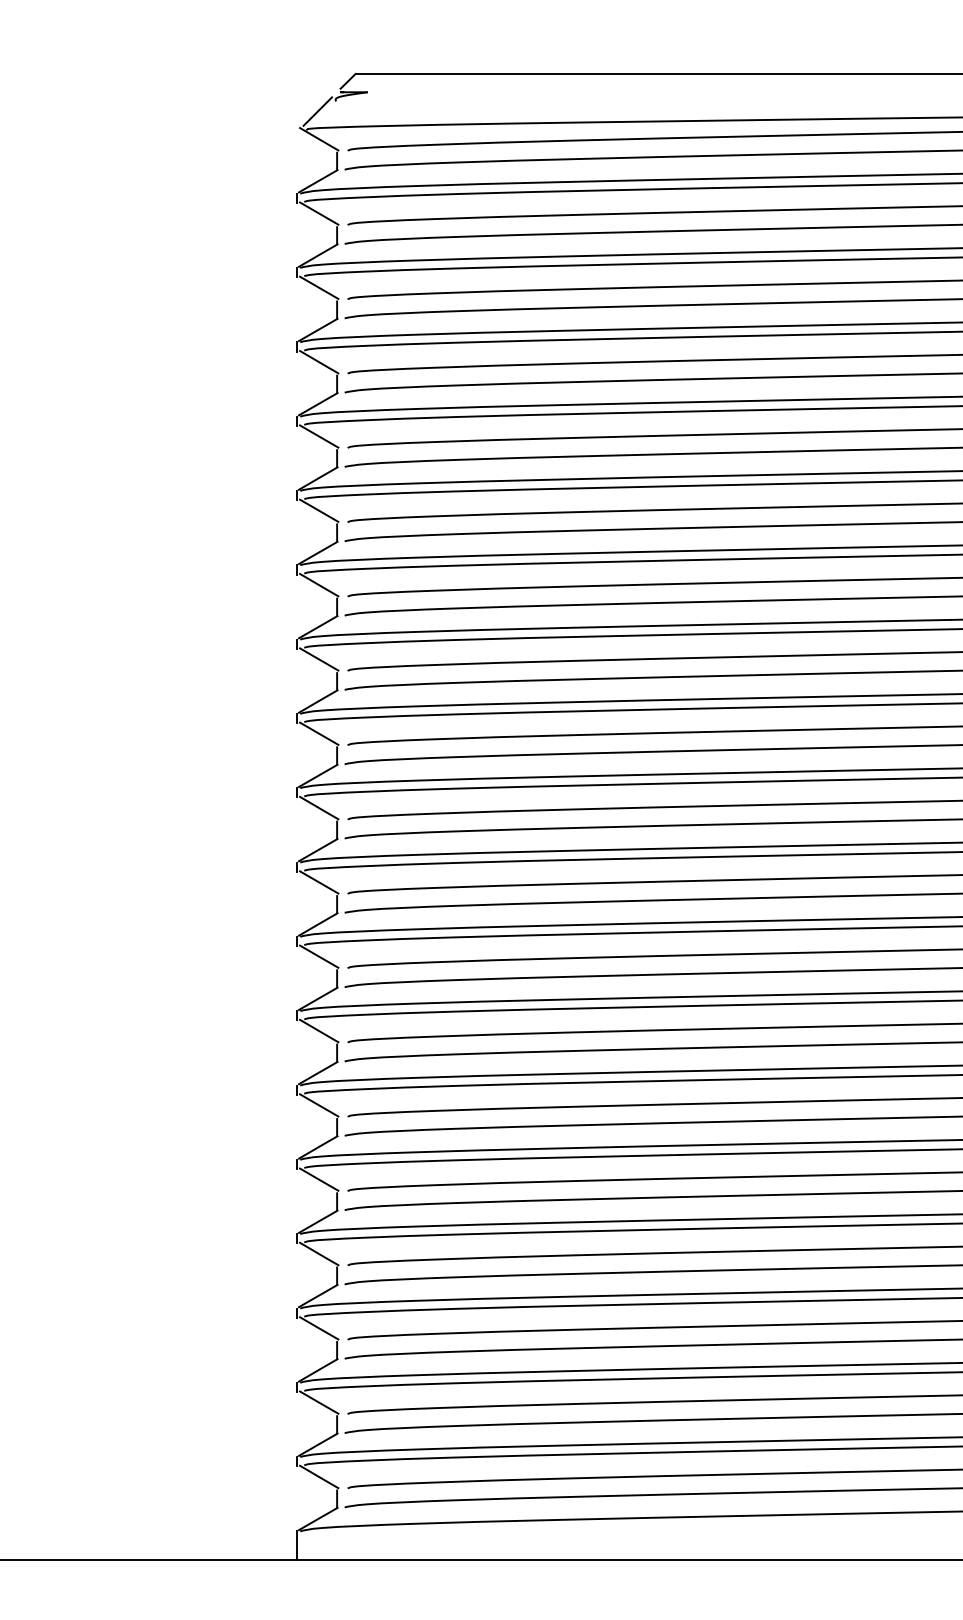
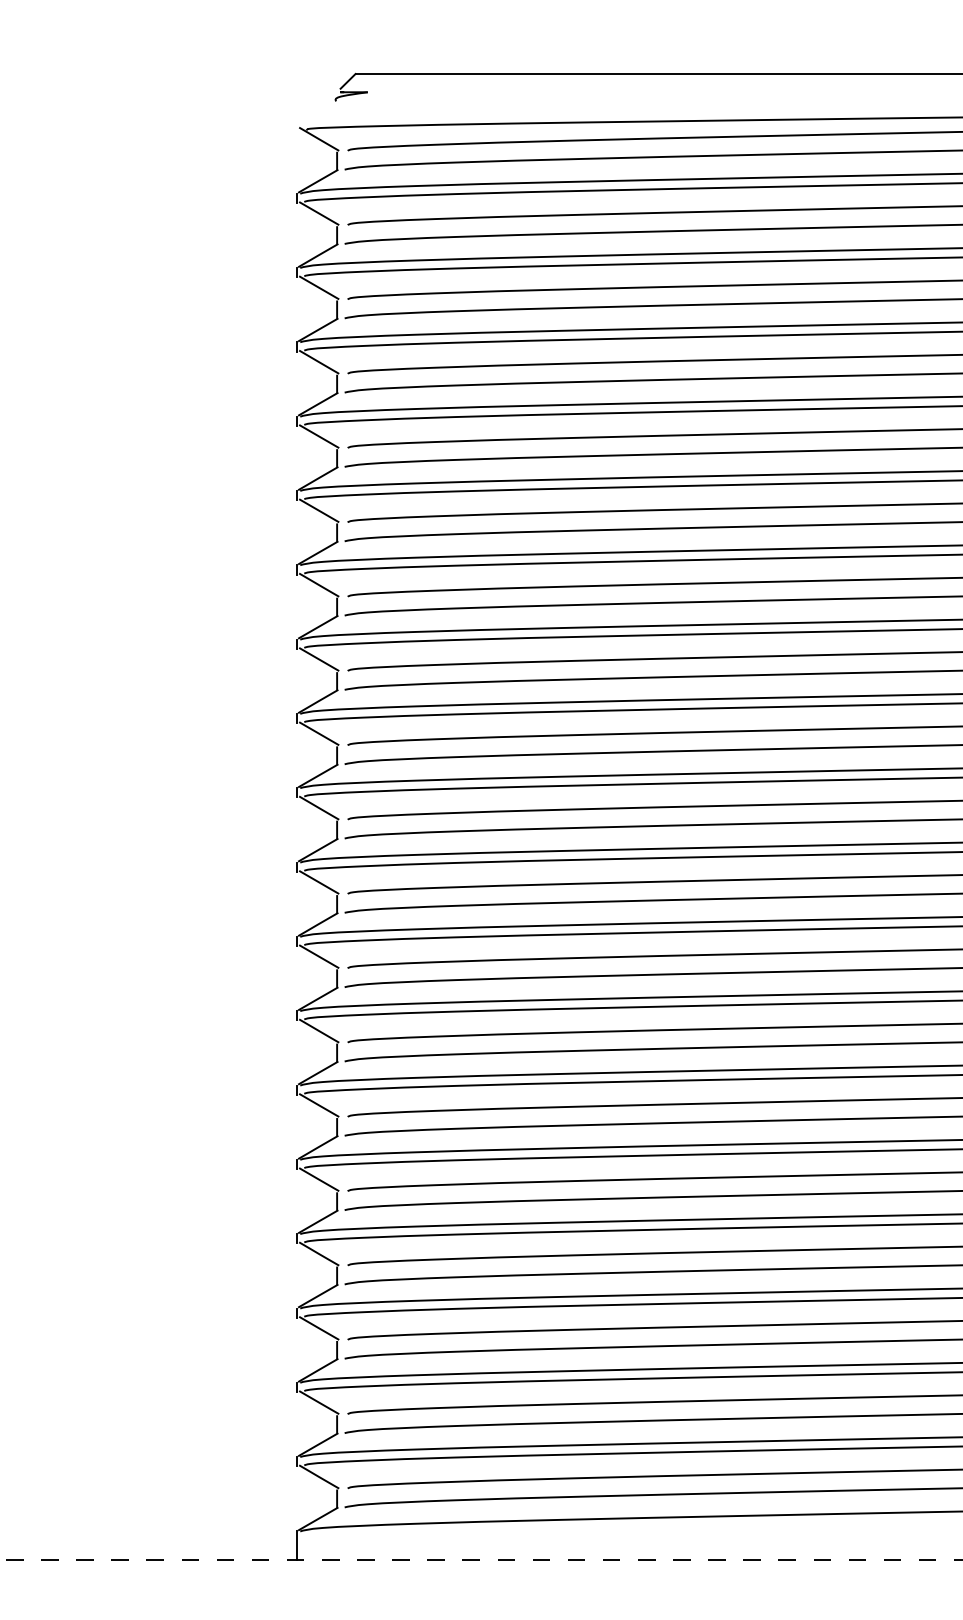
line at (317, 111): present -> none
line at (482, 1560): solid -> dashed
